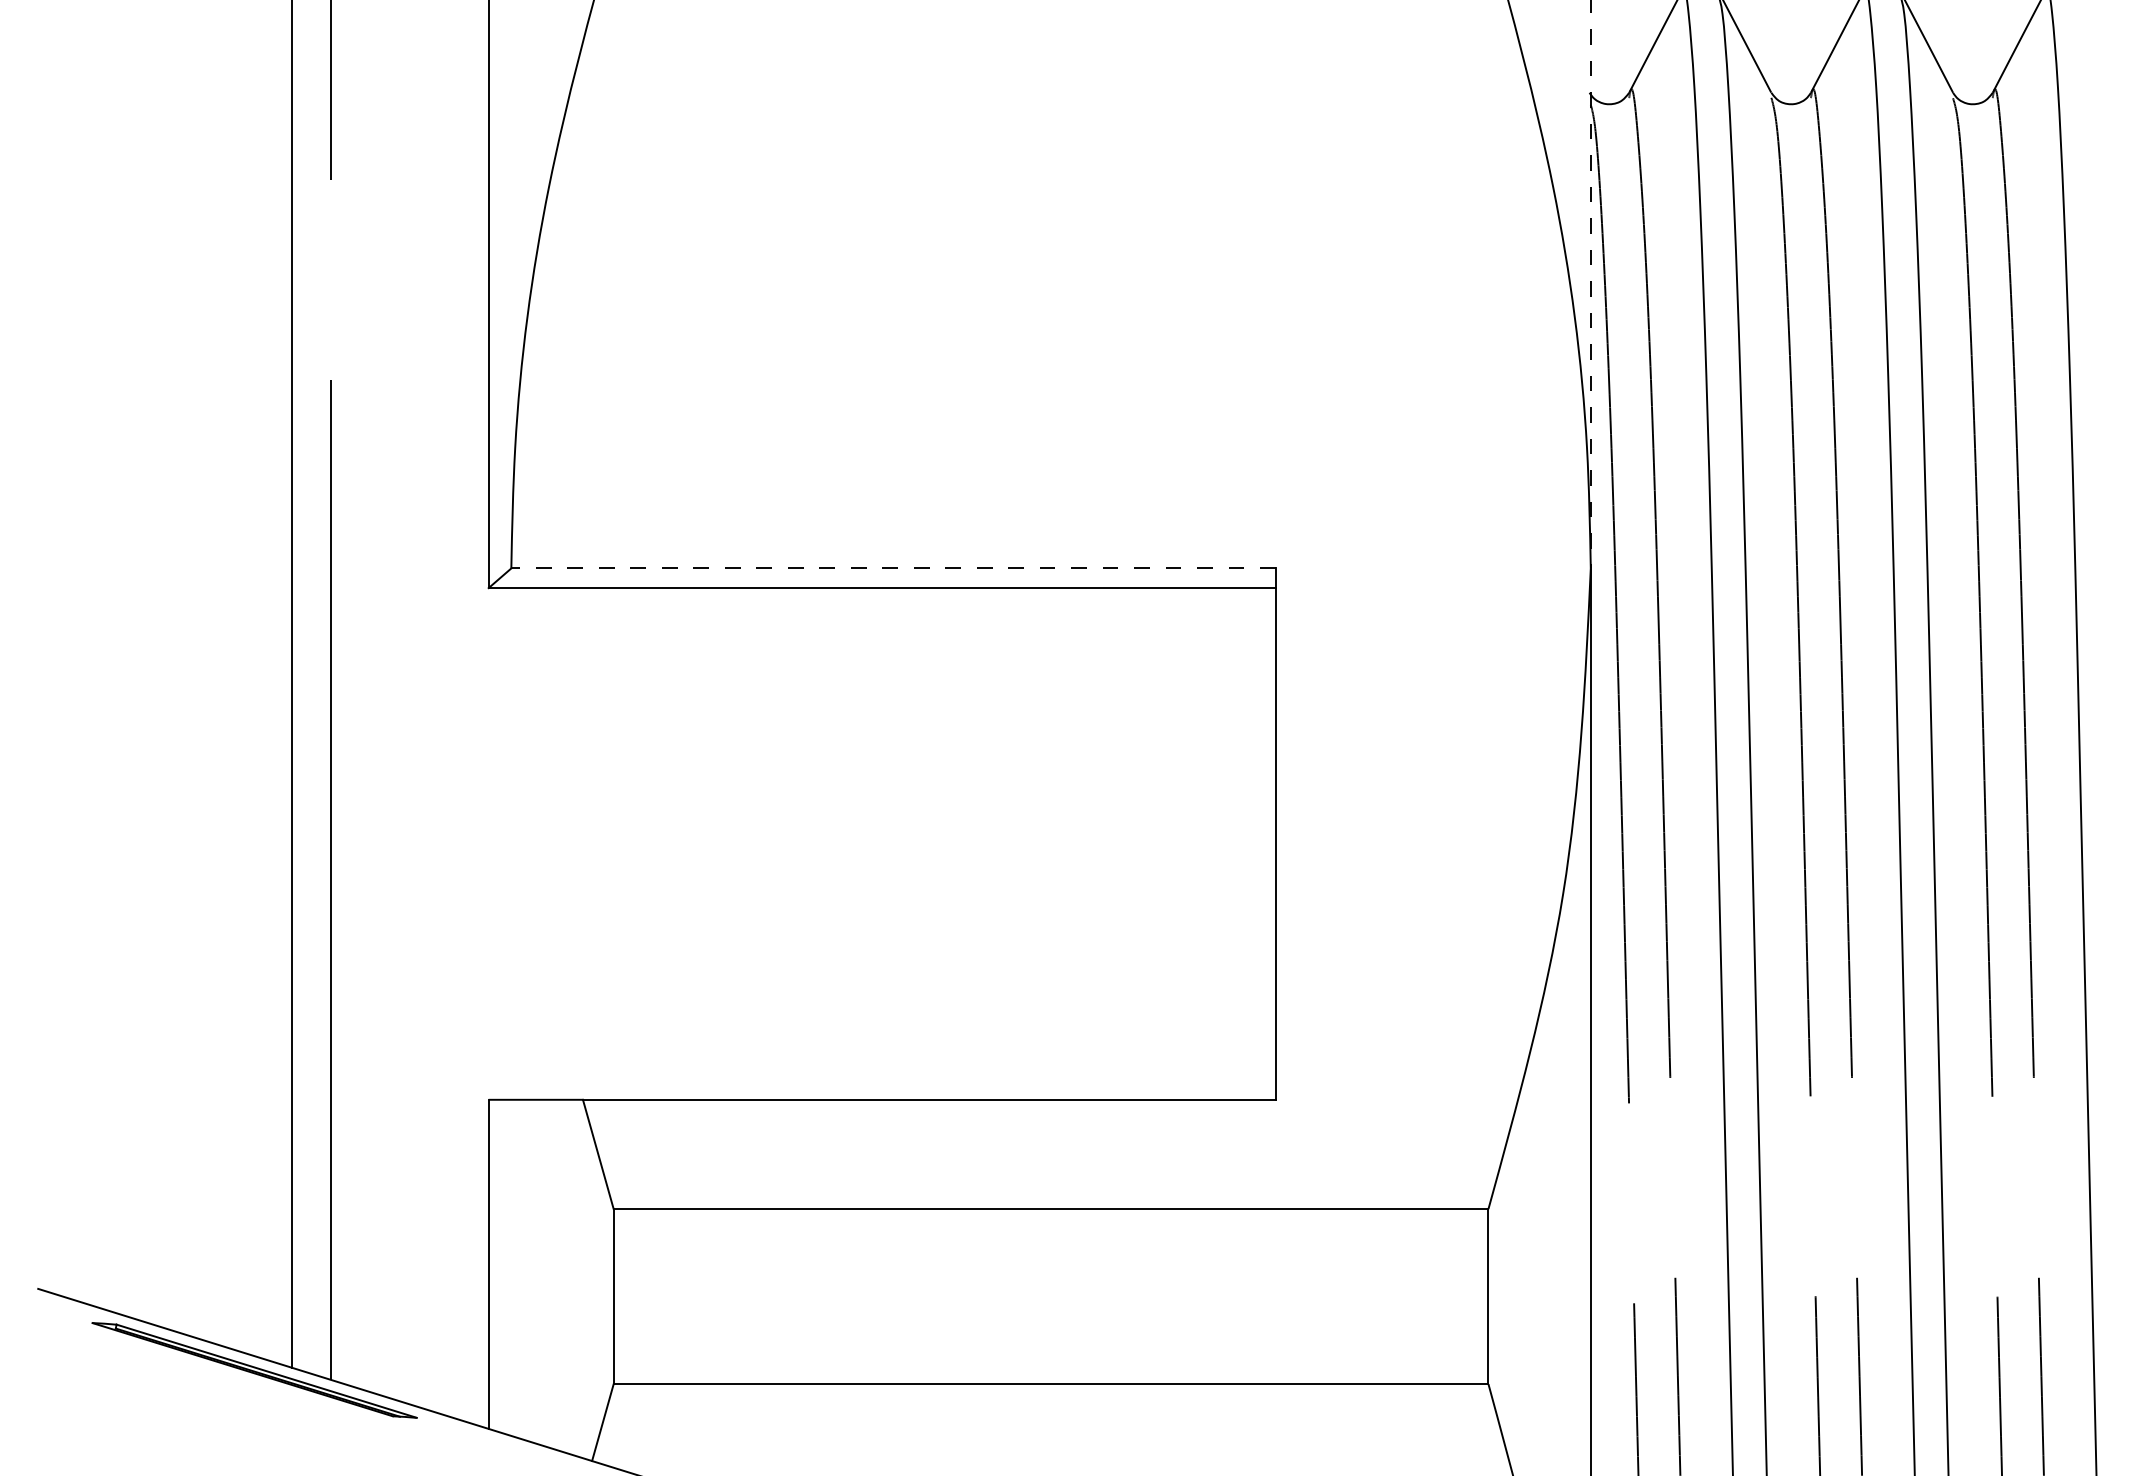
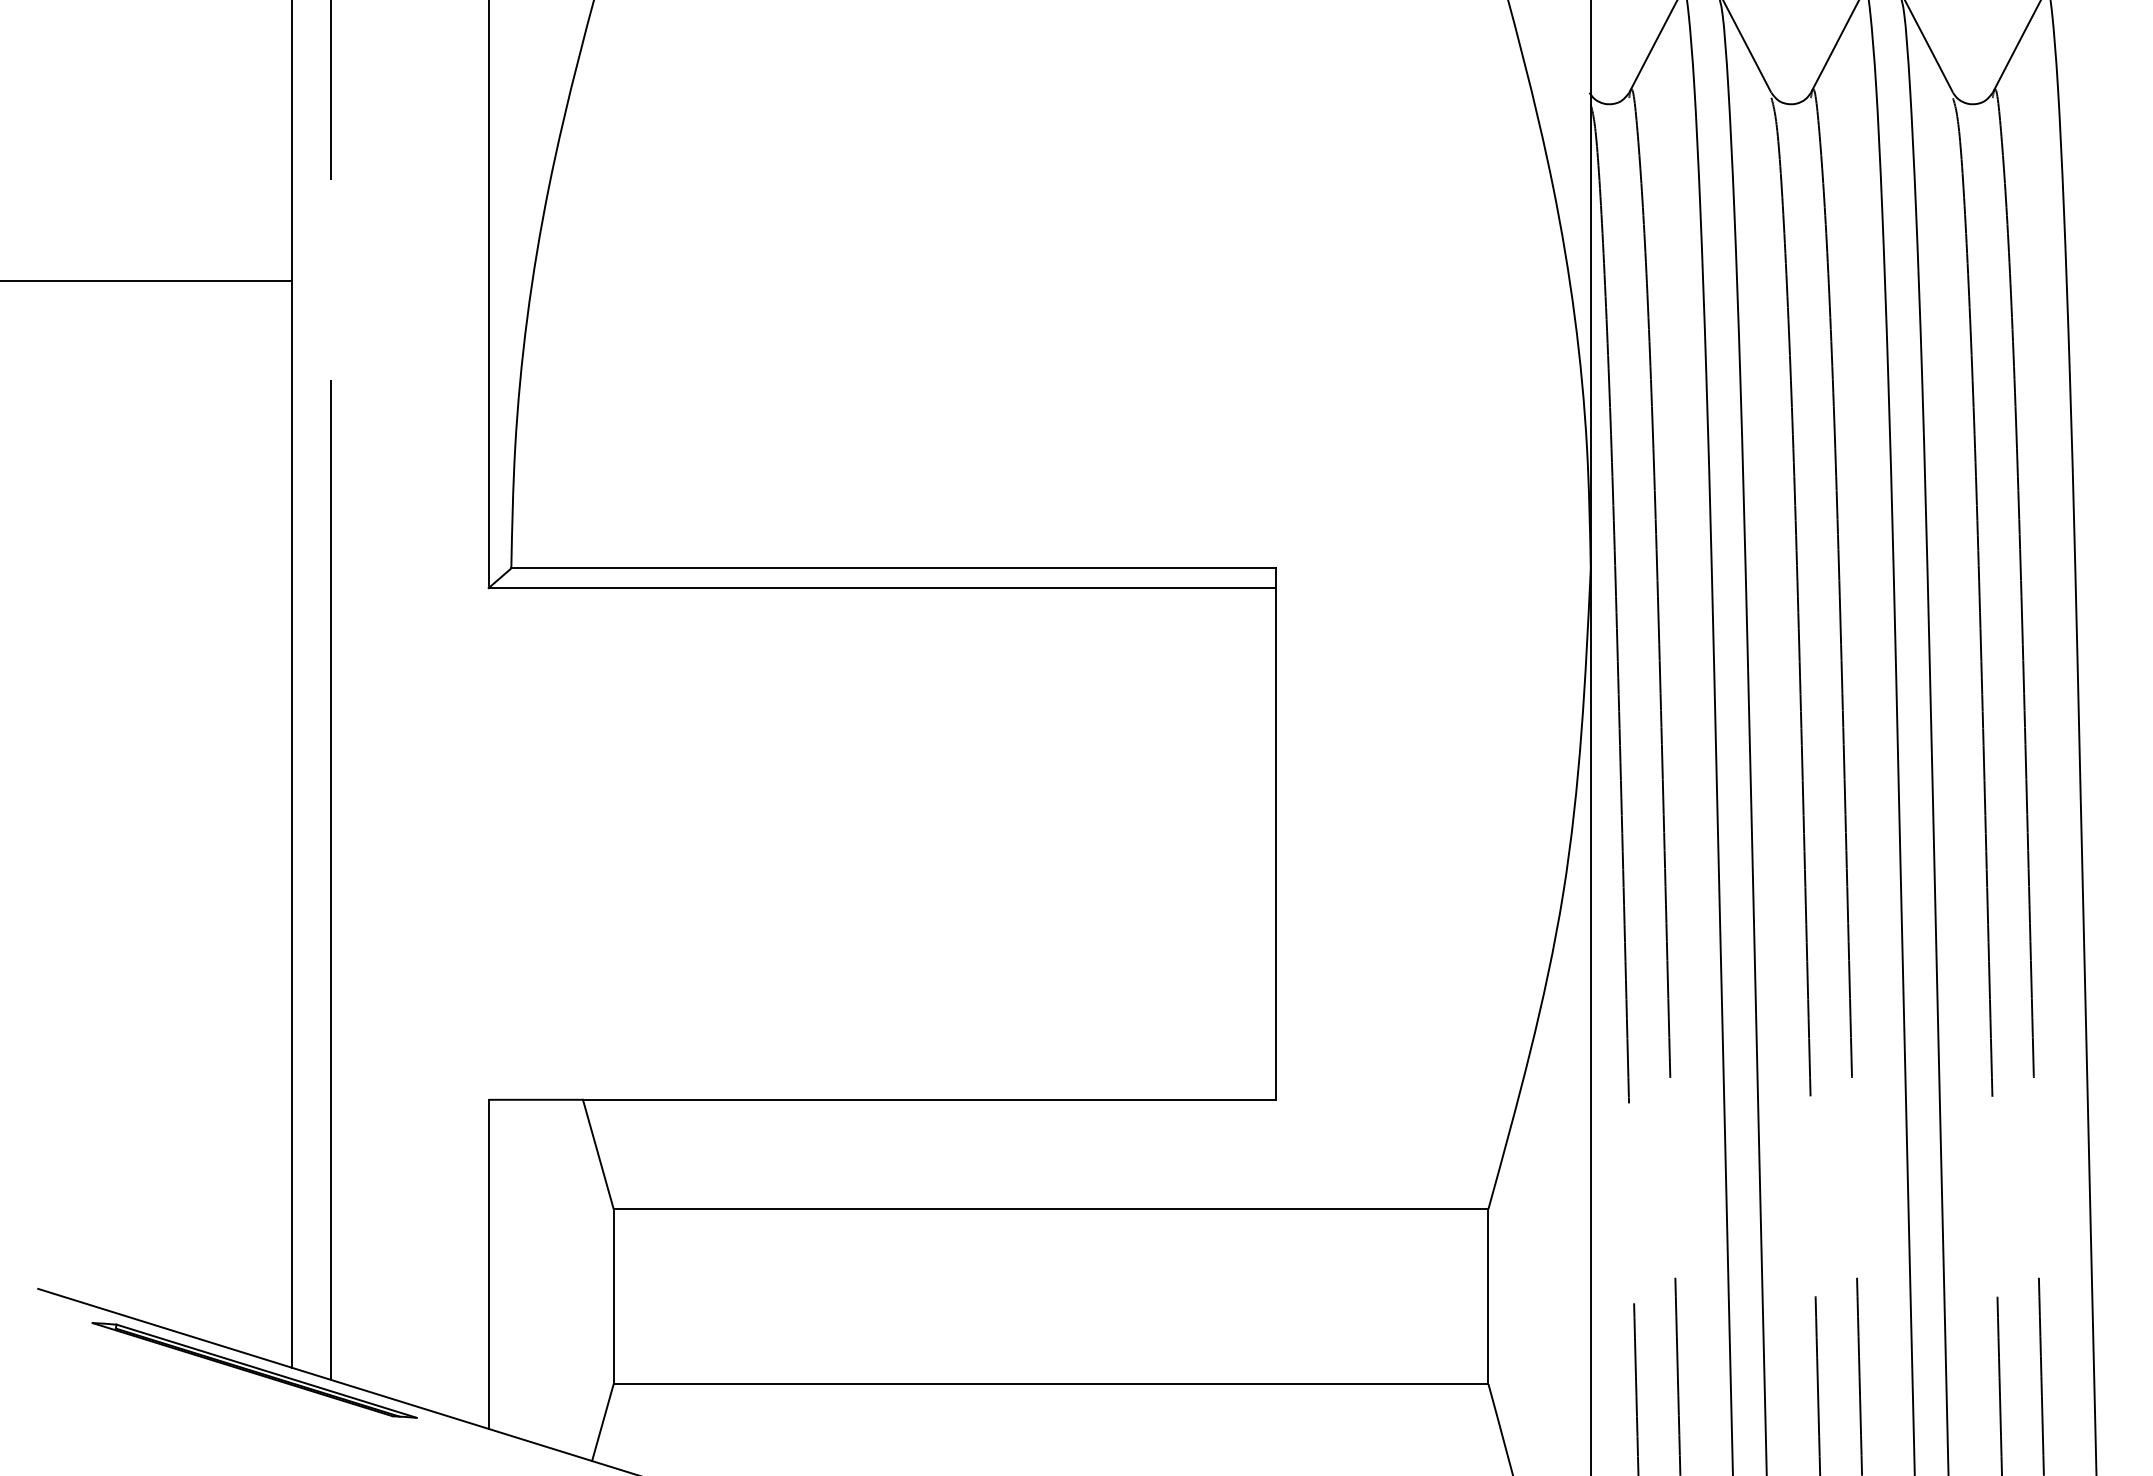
line at (146, 281): none -> present
line at (1590, 284): dashed -> solid
line at (893, 568): dashed -> solid
